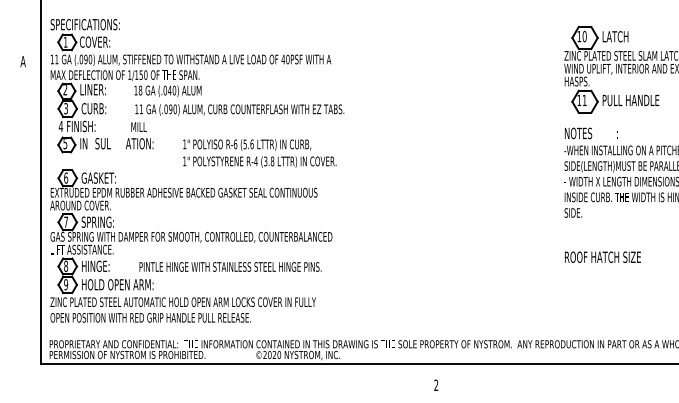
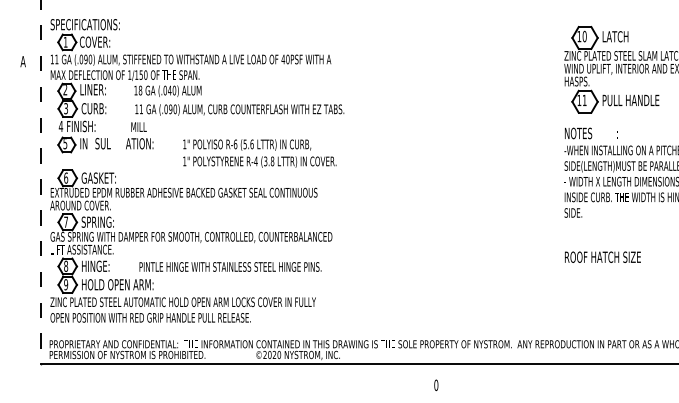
line at (41, 182): solid -> dashed
text at (436, 385): 2 -> 0
